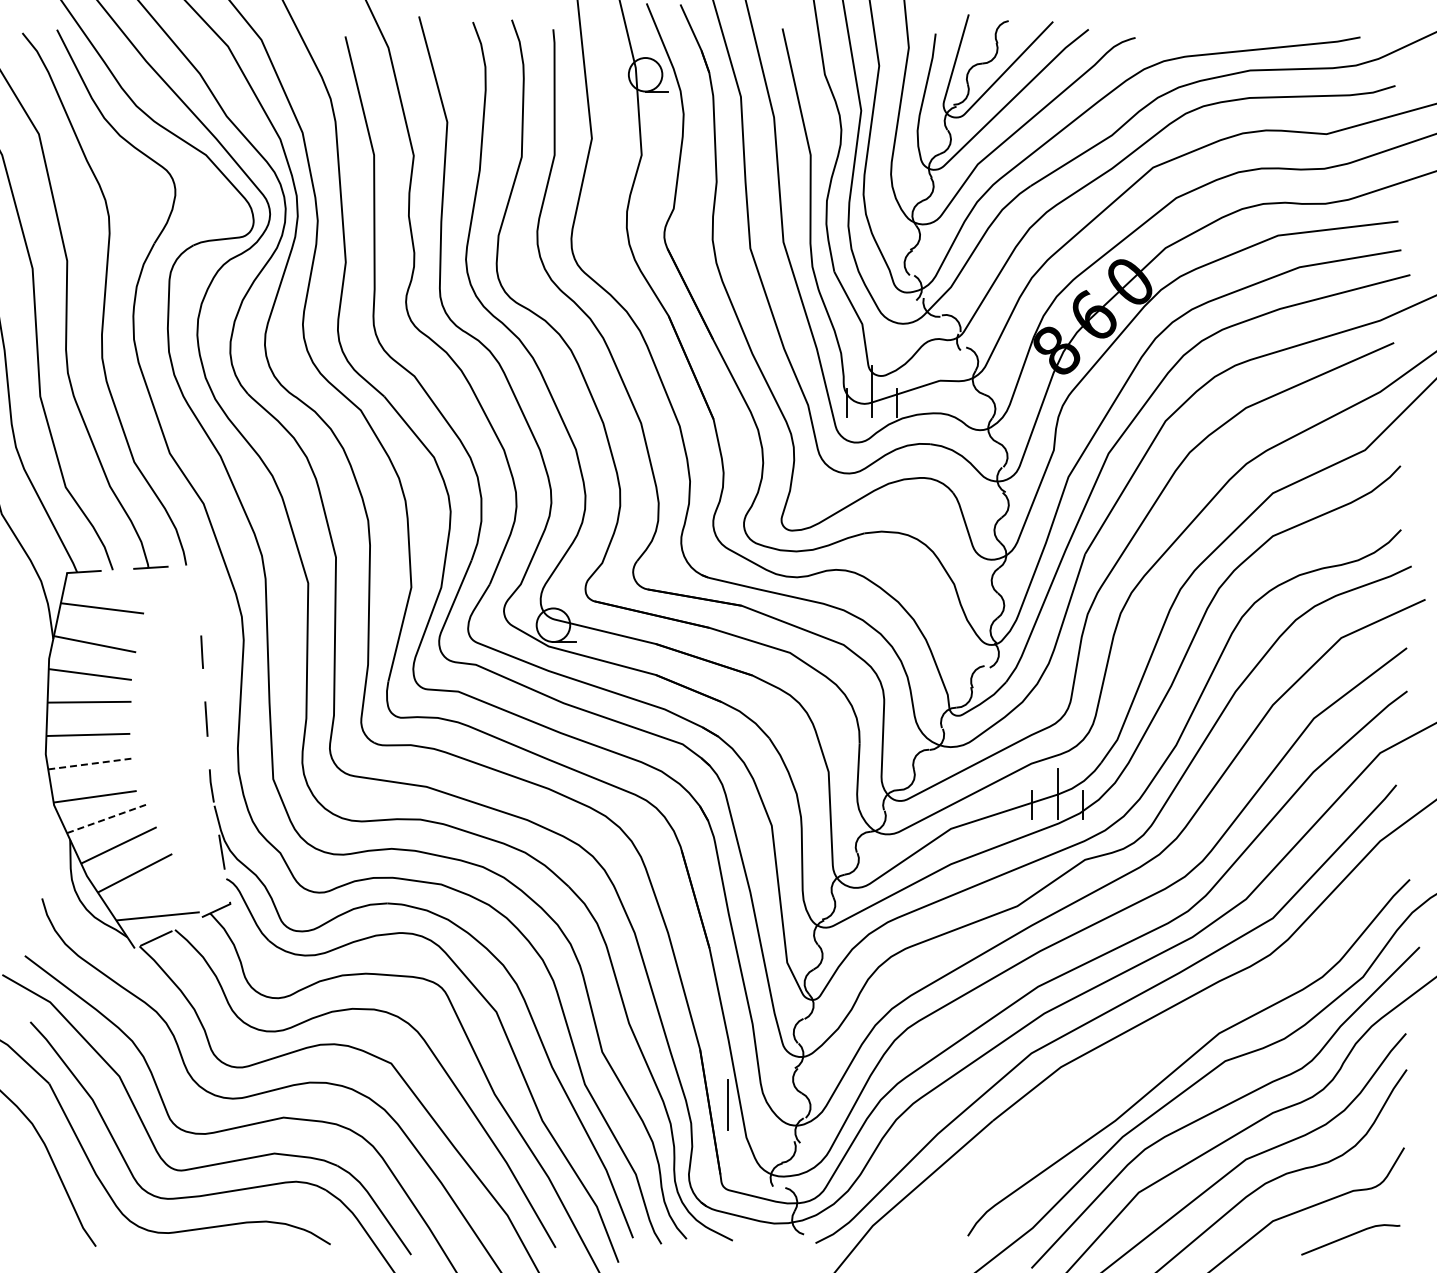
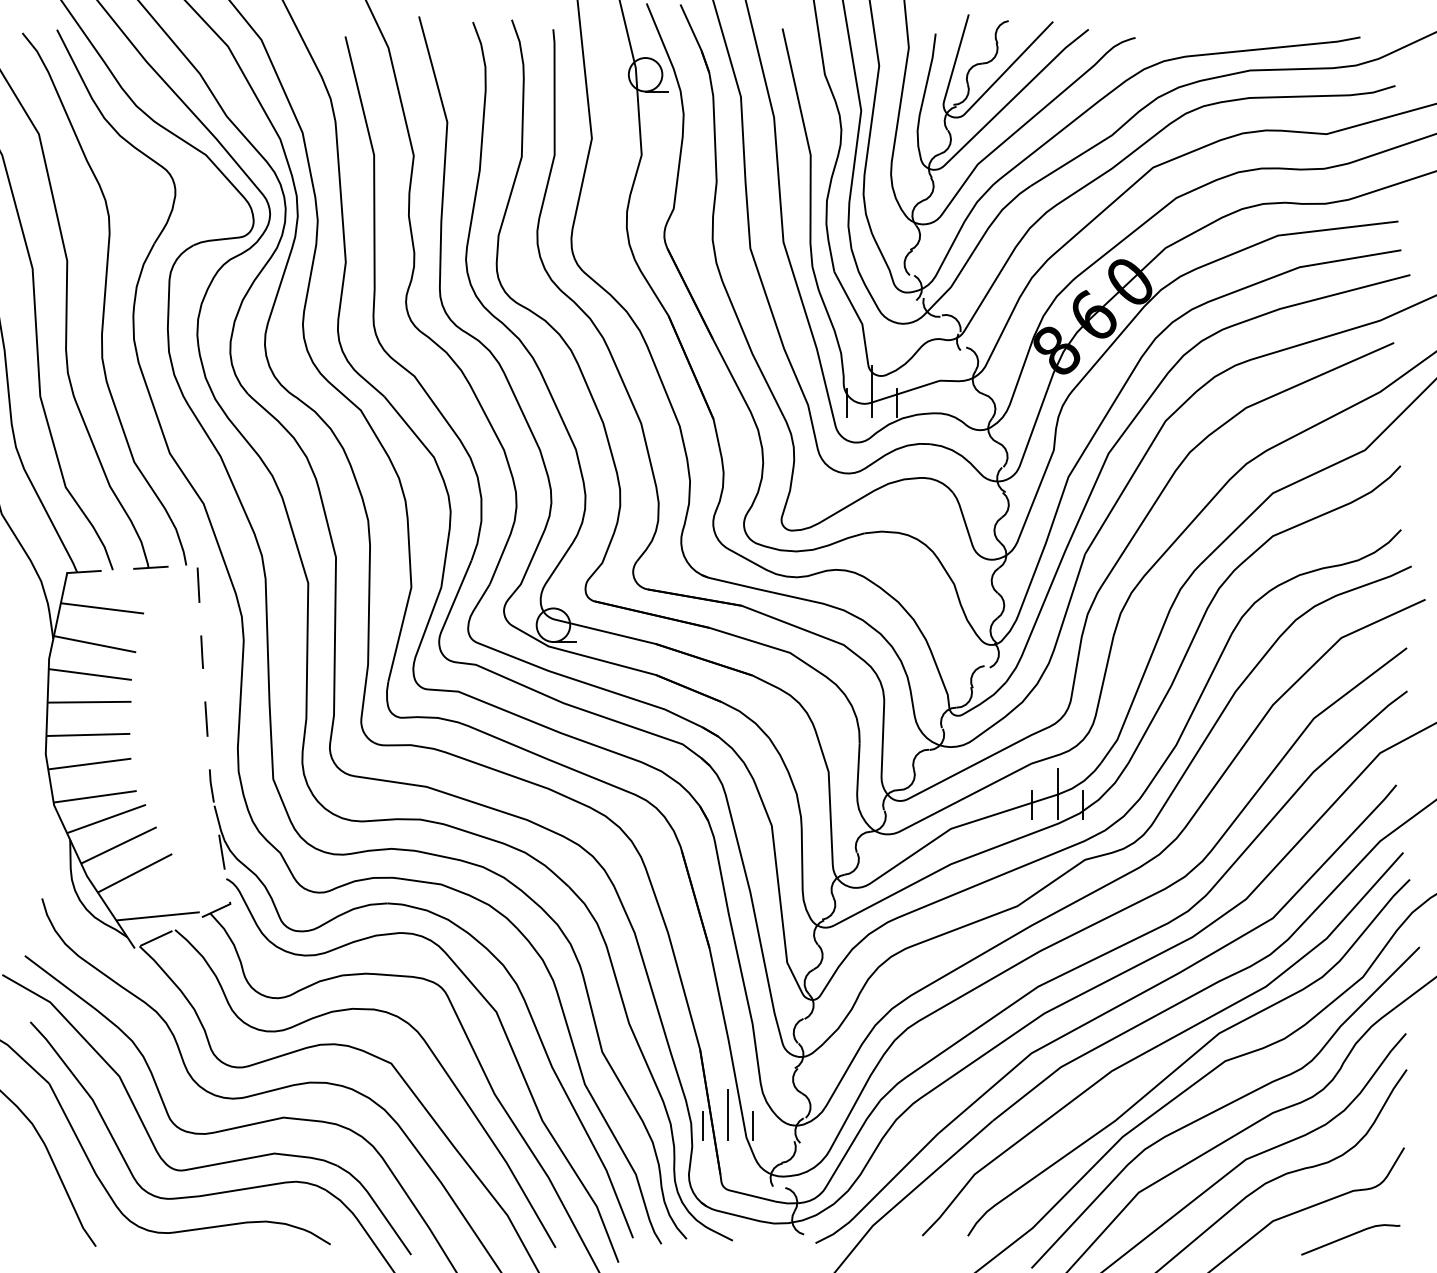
line at (198, 584): none -> present
line at (89, 764): dashed -> solid
line at (106, 818): dashed -> solid
curve at (1162, 1044): none -> present
line at (727, 1104) position: (727, 1104) -> (727, 1114)
line at (702, 1125): none -> present
line at (752, 1125): none -> present
